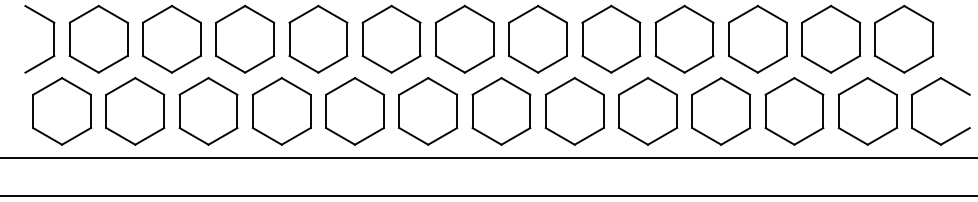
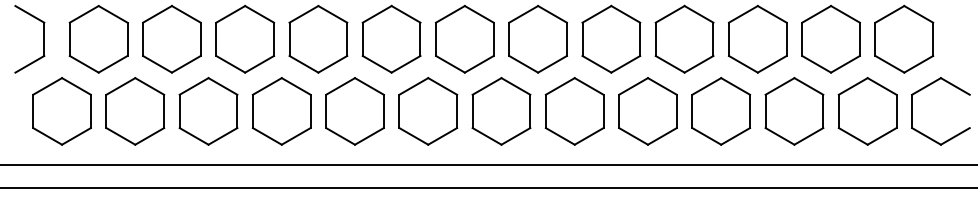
part at (53, 39) position: (53, 39) -> (43, 39)
line at (488, 158) position: (488, 158) -> (488, 165)
line at (488, 195) position: (488, 195) -> (488, 187)
